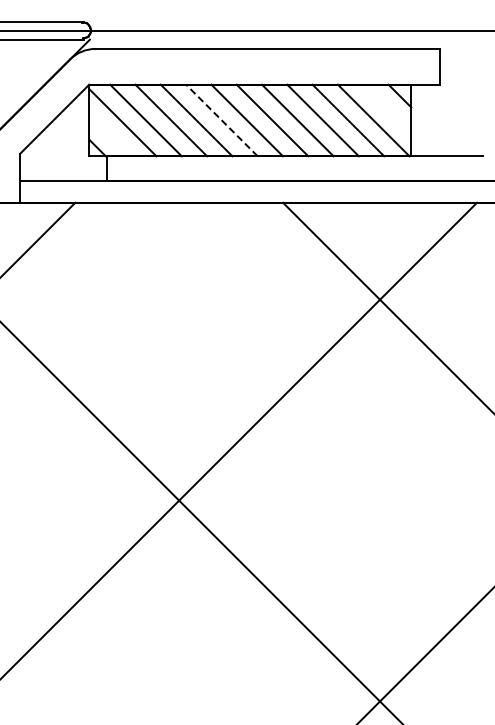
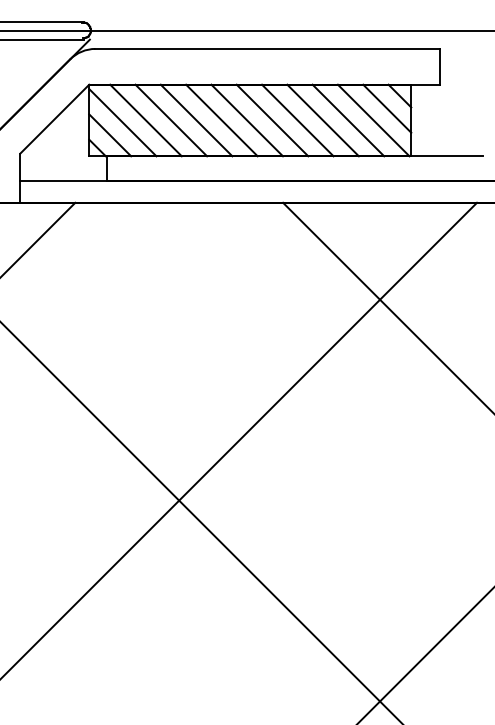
line at (387, 108): none -> present
line at (221, 120): dashed -> solid
line at (110, 135): none -> present
